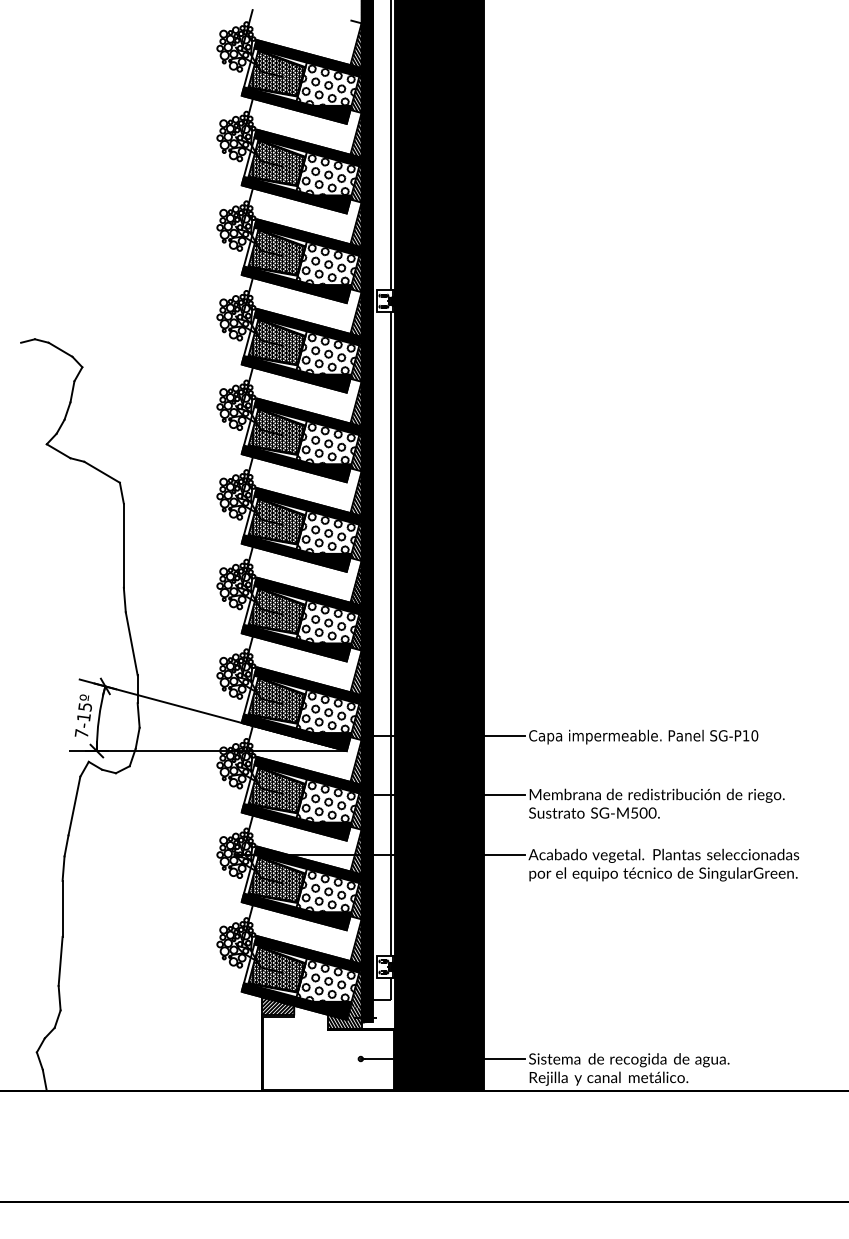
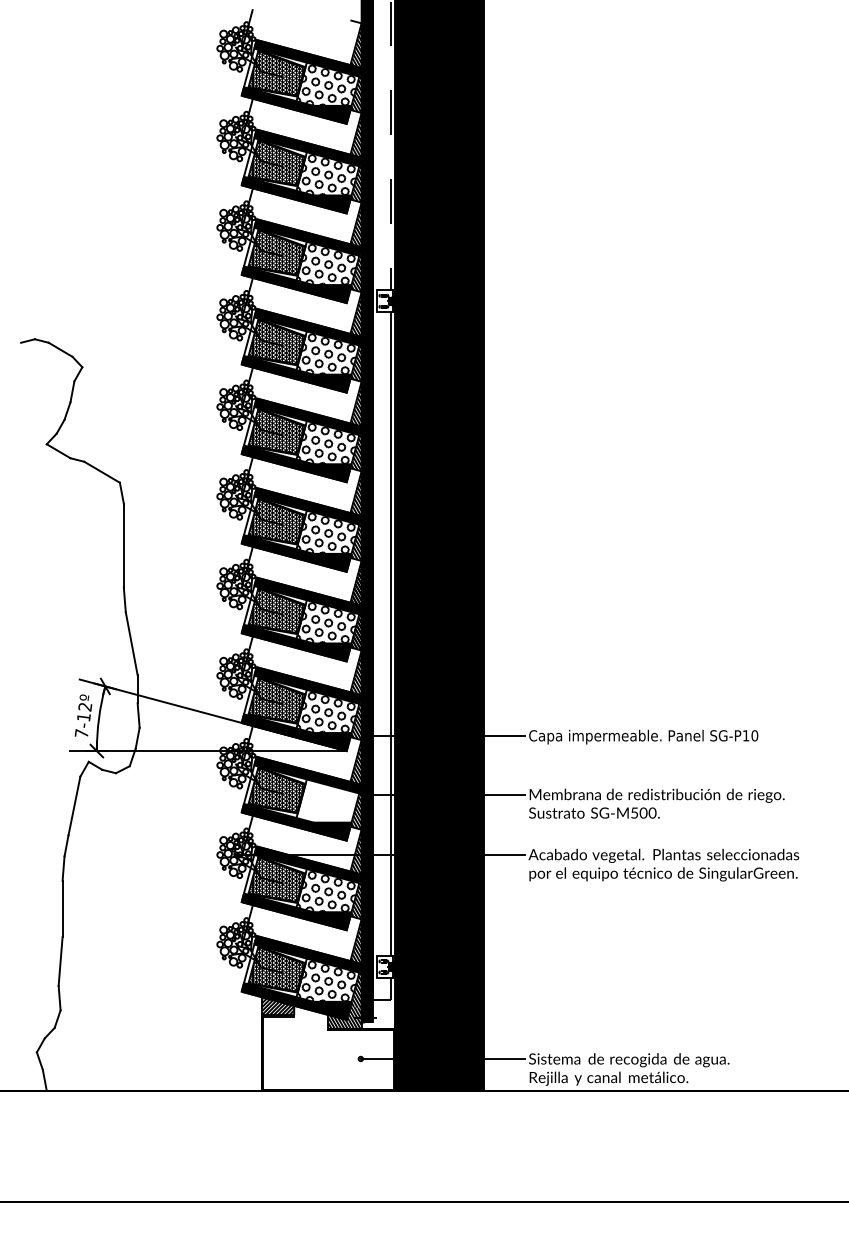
line at (390, 145): solid -> dashed
text at (85, 707): 7-15º -> 7-12º
hatch at (326, 806): present -> none
